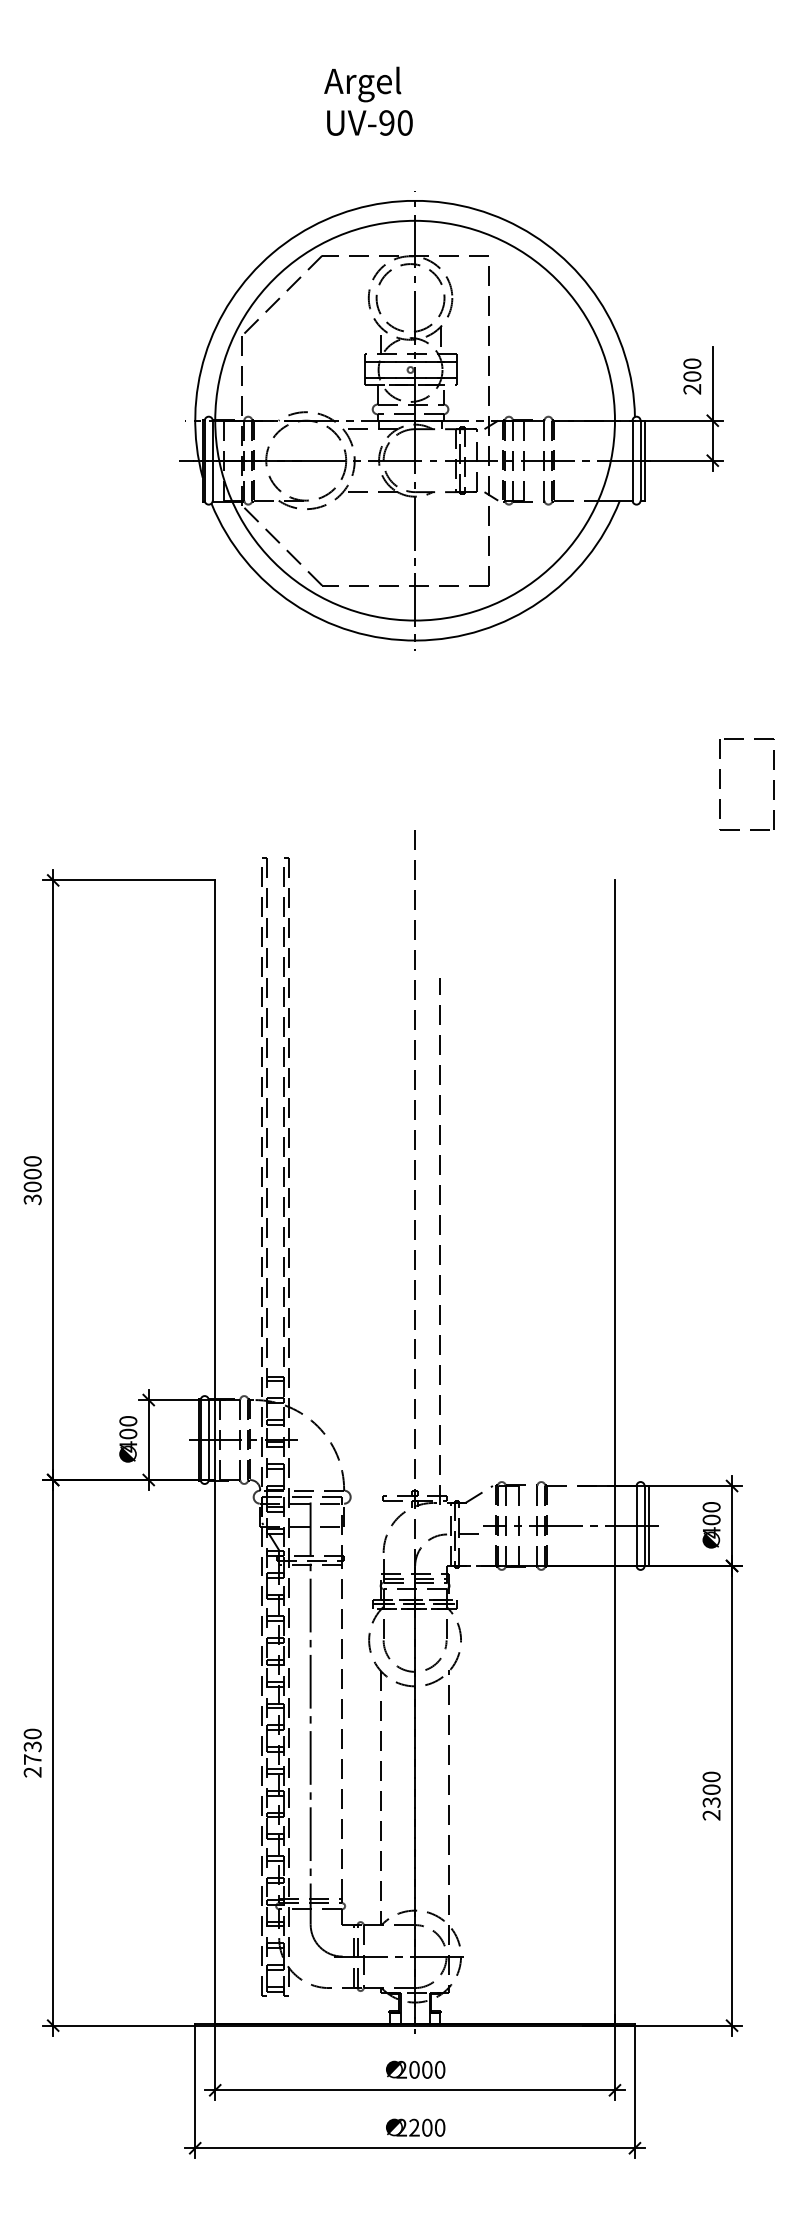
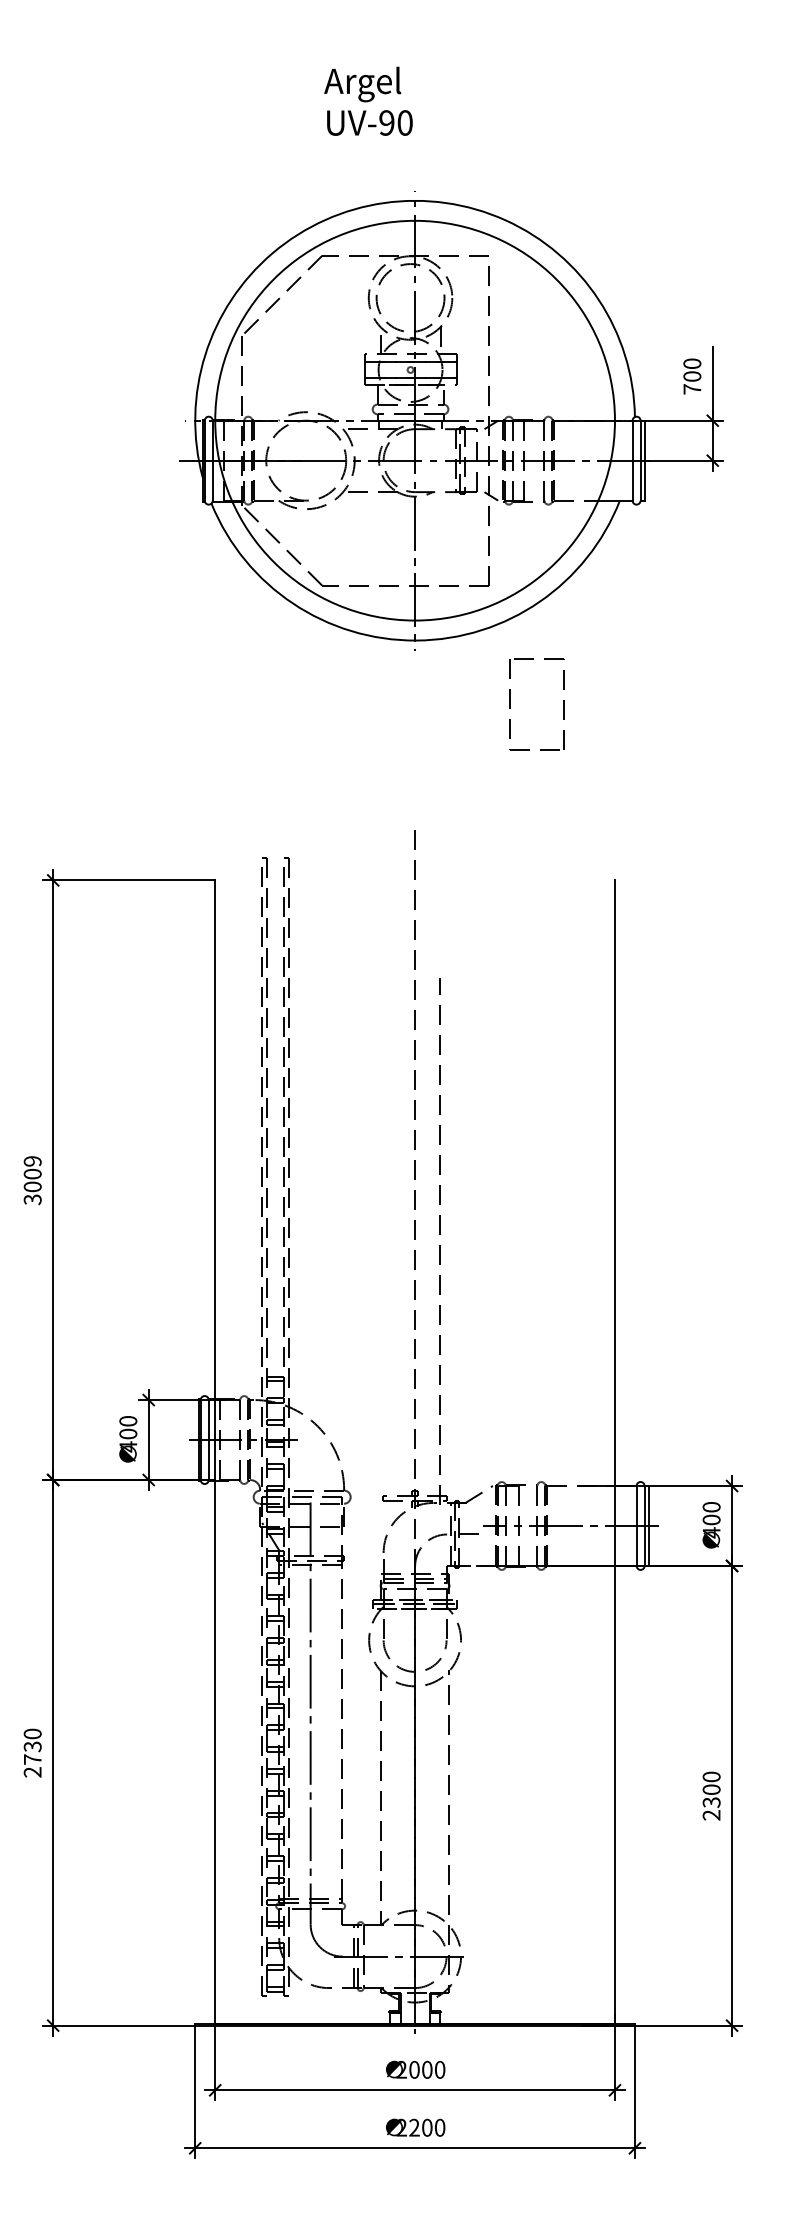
text at (692, 389): 200 -> 700
part at (720, 784) position: (720, 784) -> (510, 704)
text at (32, 1161): 3000 -> 3009
